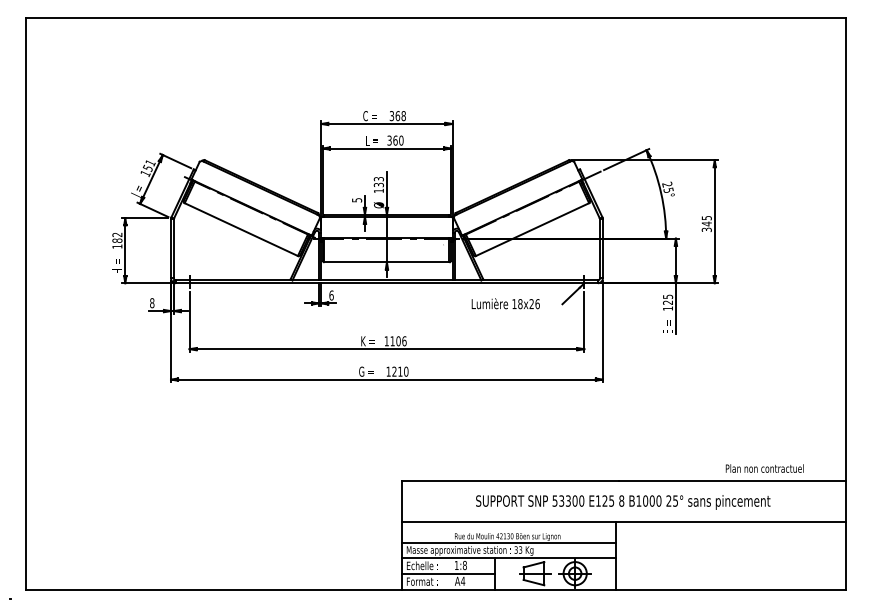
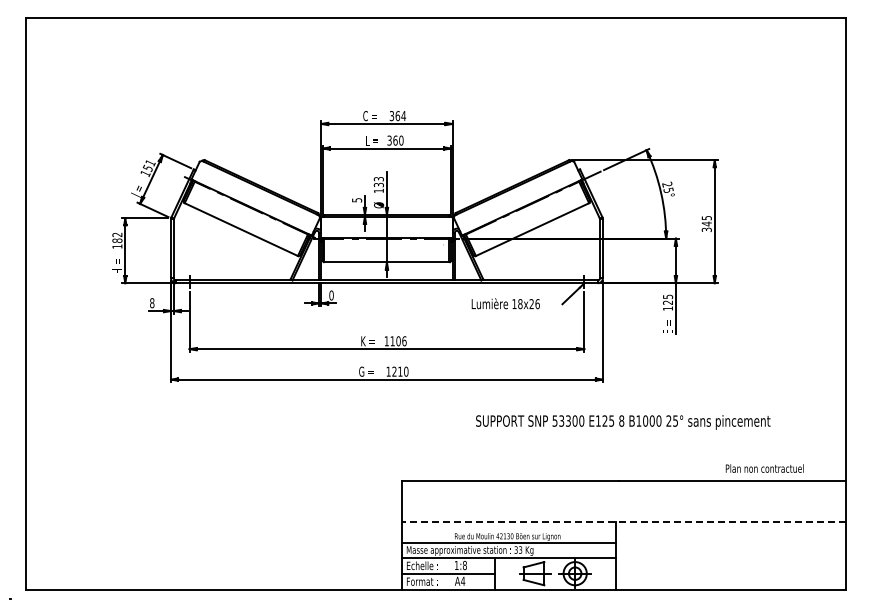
text at (403, 116): 368 -> 364
text at (331, 295): 6 -> 0
text at (623, 502) position: (623, 502) -> (623, 422)
line at (623, 521): solid -> dashed
